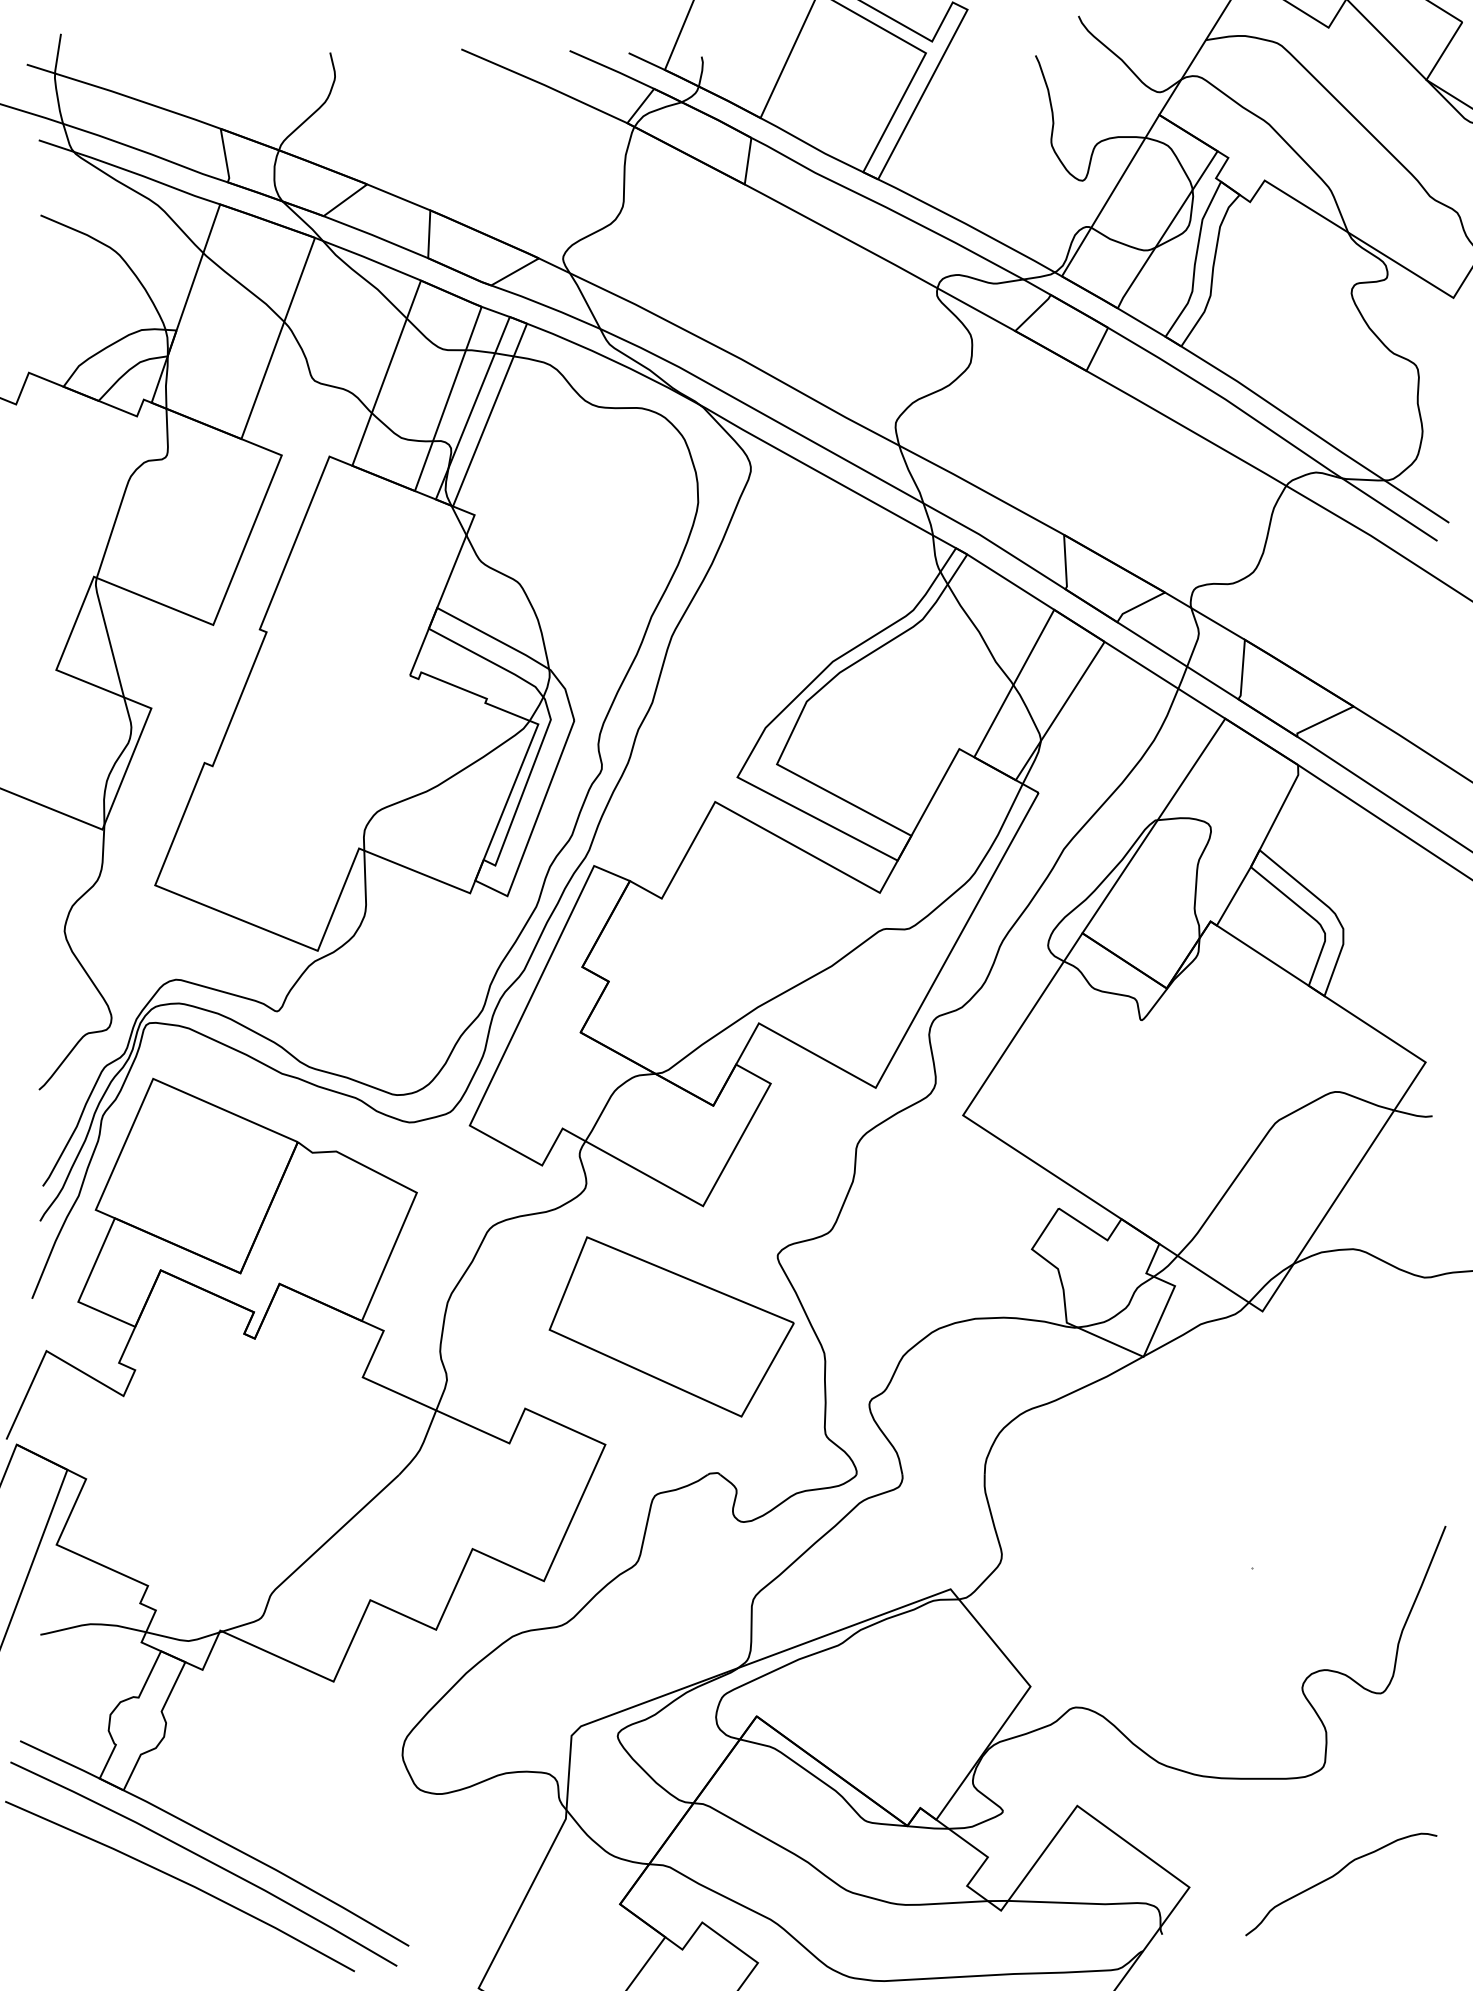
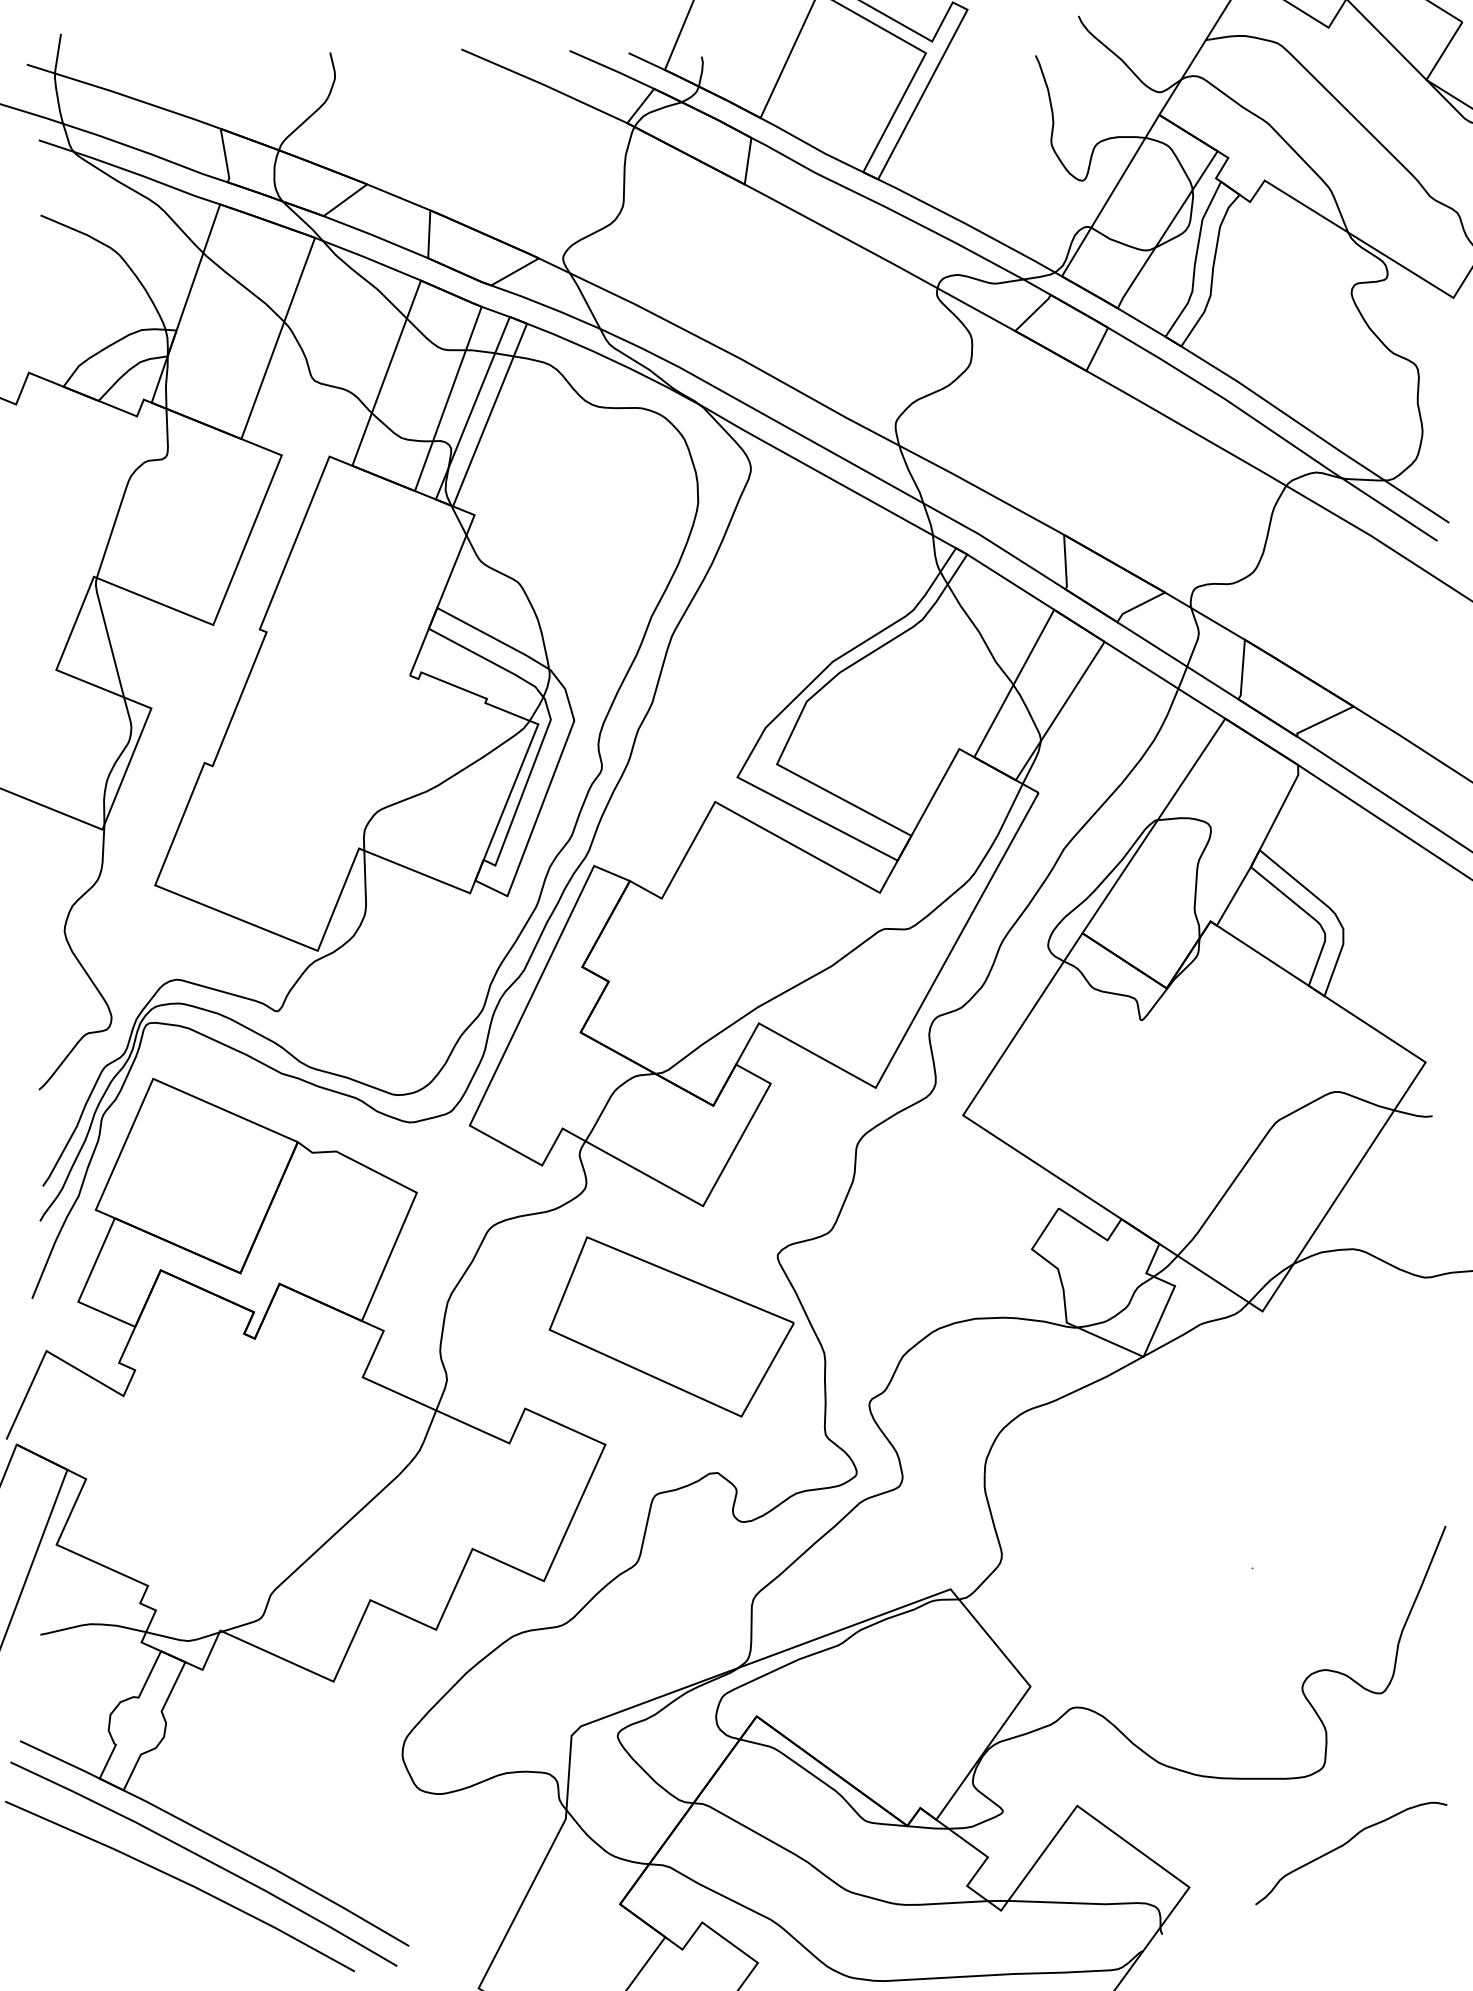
curve at (1334, 1876) position: (1334, 1876) -> (1344, 1845)
